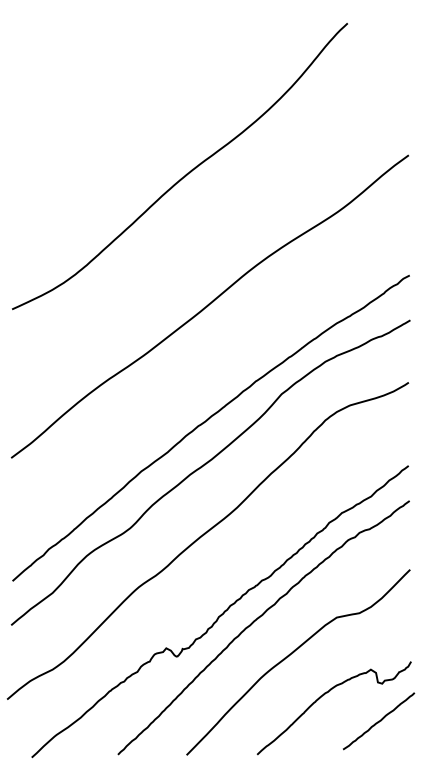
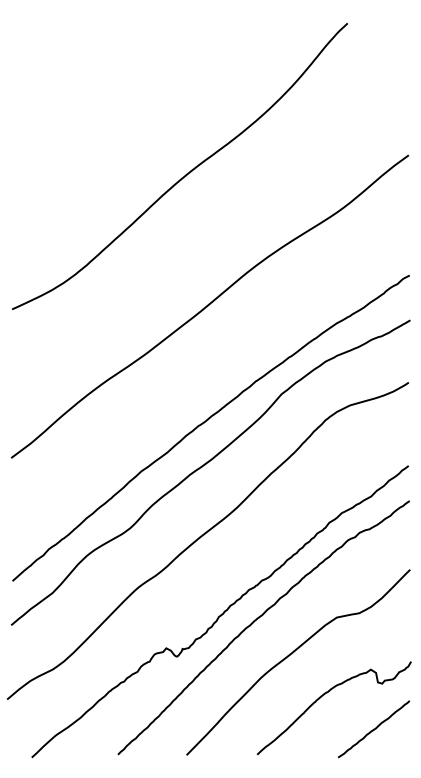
line at (379, 721) position: (379, 721) -> (374, 729)
